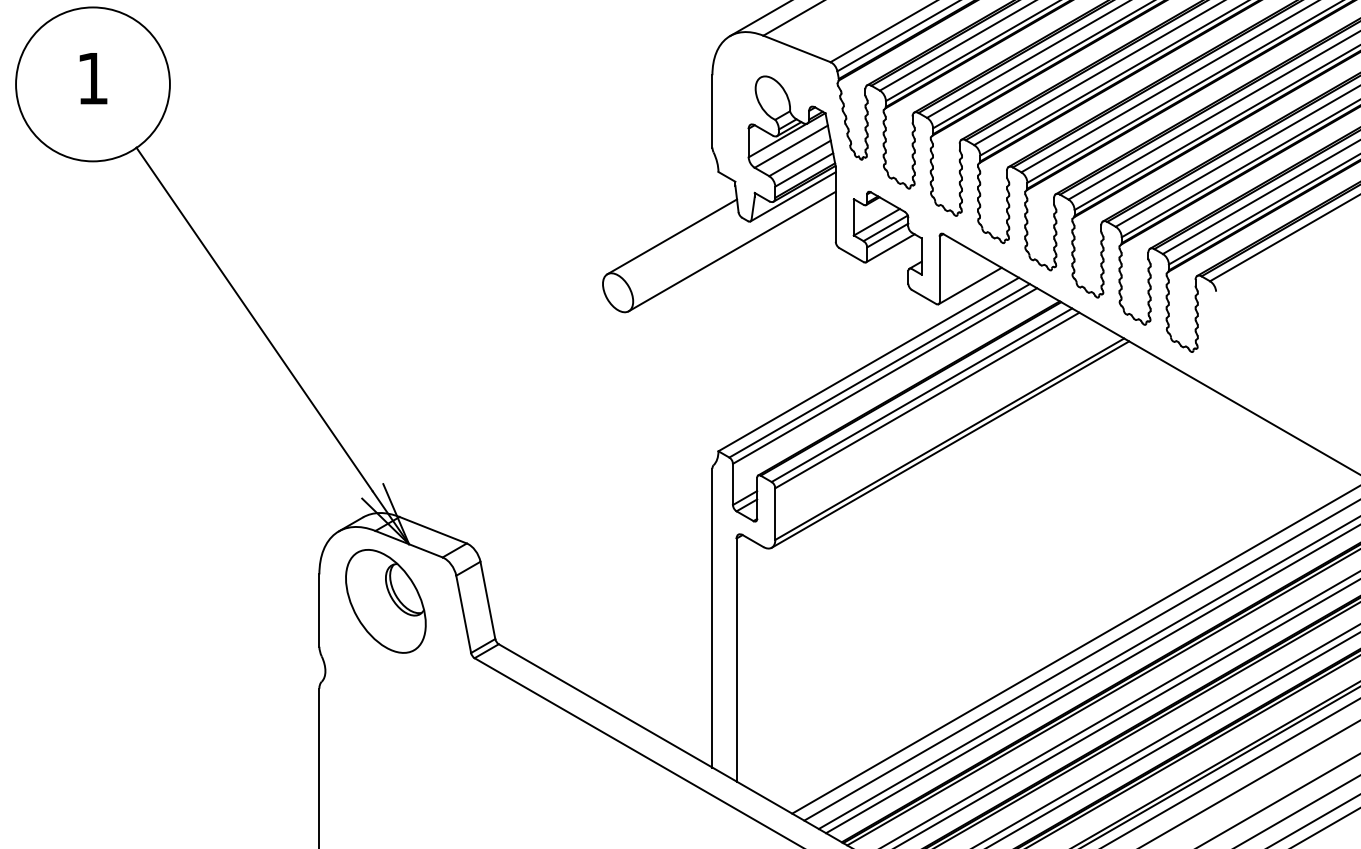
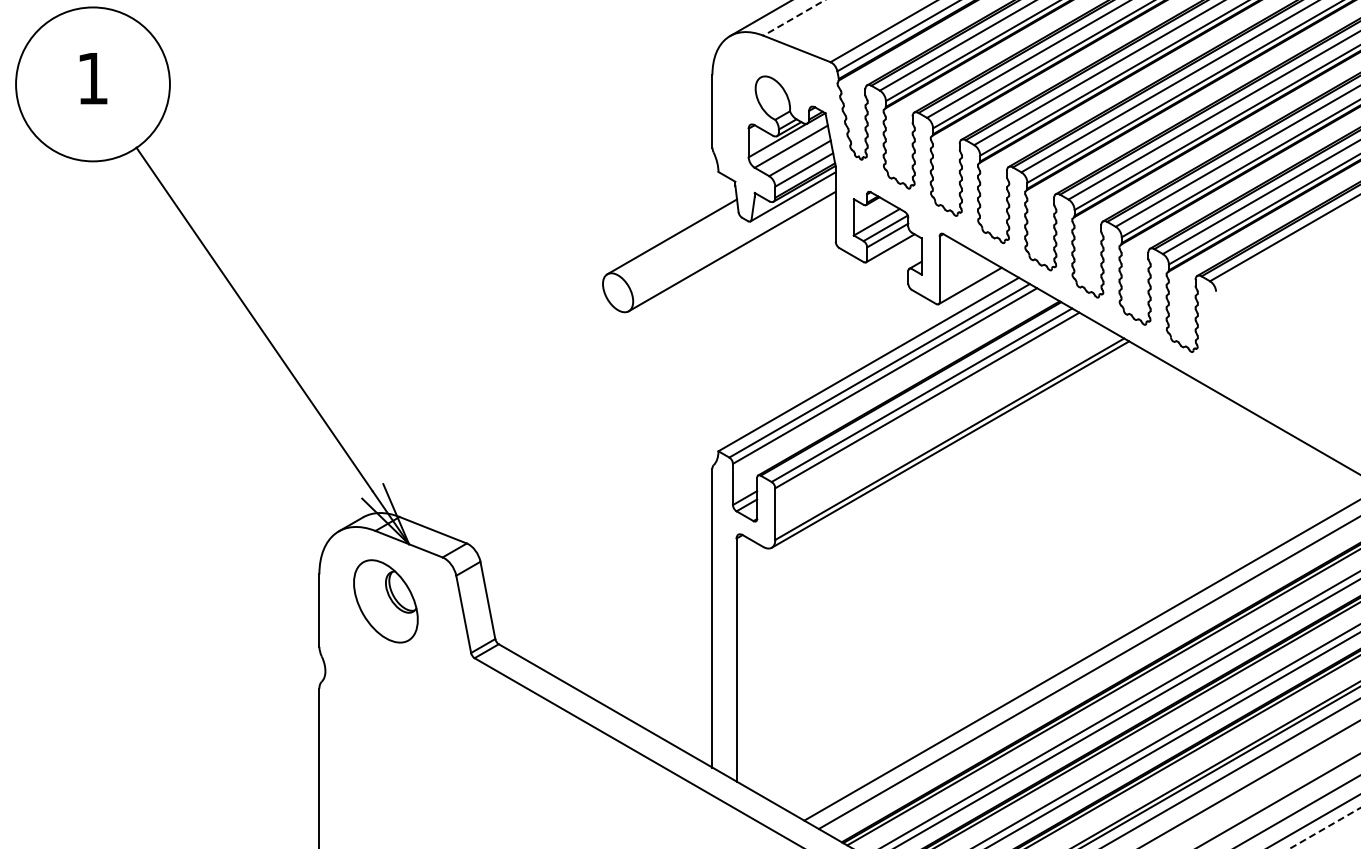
line at (793, 18): solid -> dashed
part at (385, 601) size: 82x105 px -> 66x85 px
line at (1074, 650): present -> none
line at (1091, 679): present -> none
line at (1325, 828): solid -> dashed
